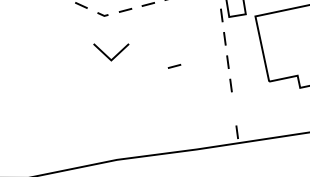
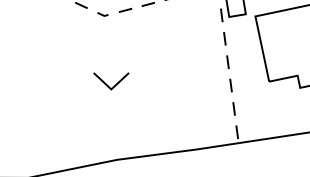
line at (107, 55) position: (107, 55) -> (107, 84)
line at (174, 66): present -> none
line at (233, 108): none -> present
